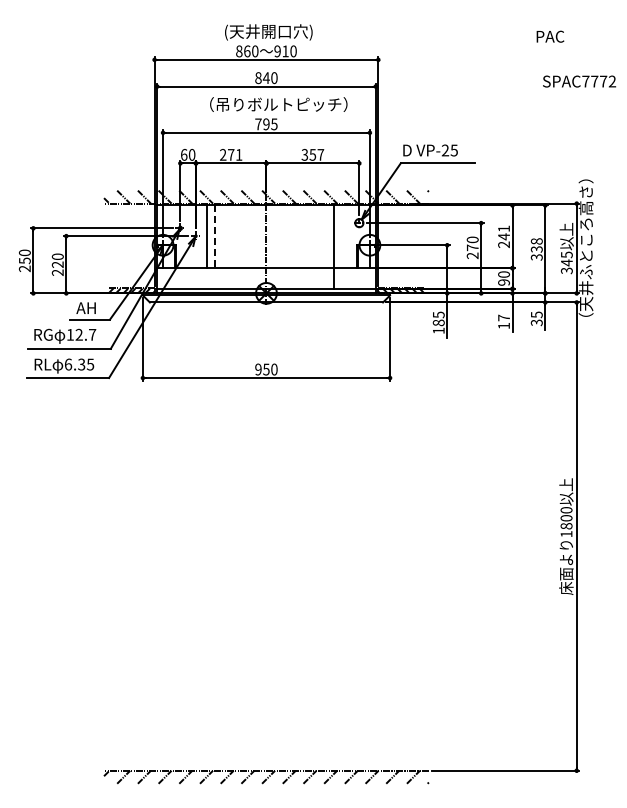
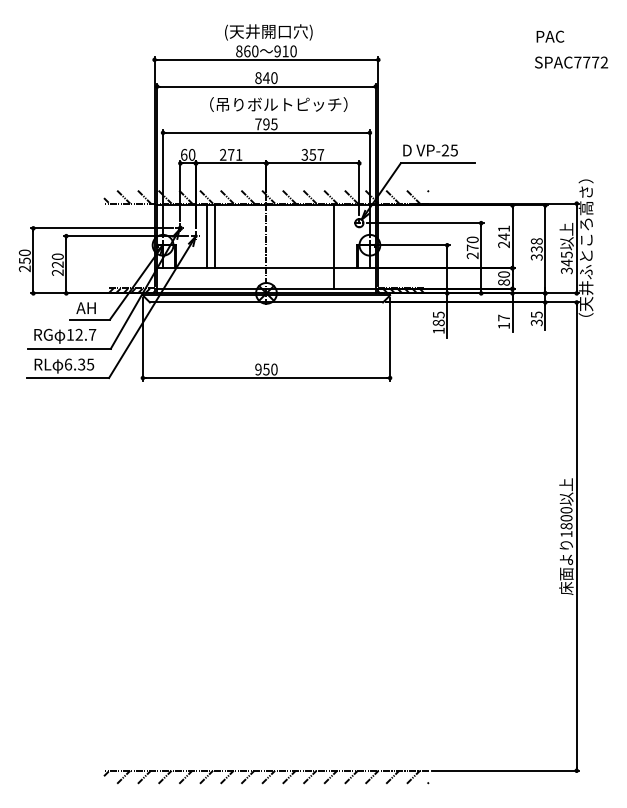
text at (579, 81) position: (579, 81) -> (571, 62)
line at (214, 237): dashed -> solid
text at (503, 282): 90 -> 80
